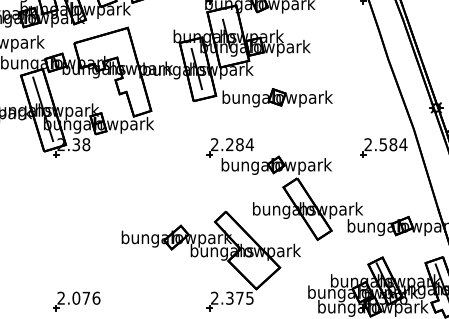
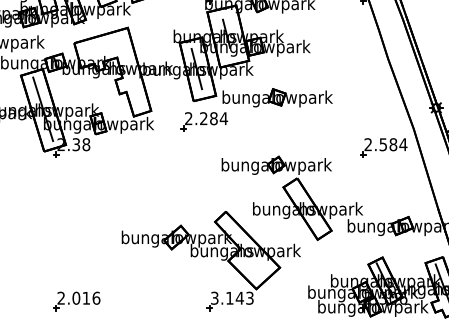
part at (230, 147) position: (230, 147) -> (204, 121)
text at (86, 297): 2.076 -> 2.016
text at (232, 297): 2.375 -> 3.143
